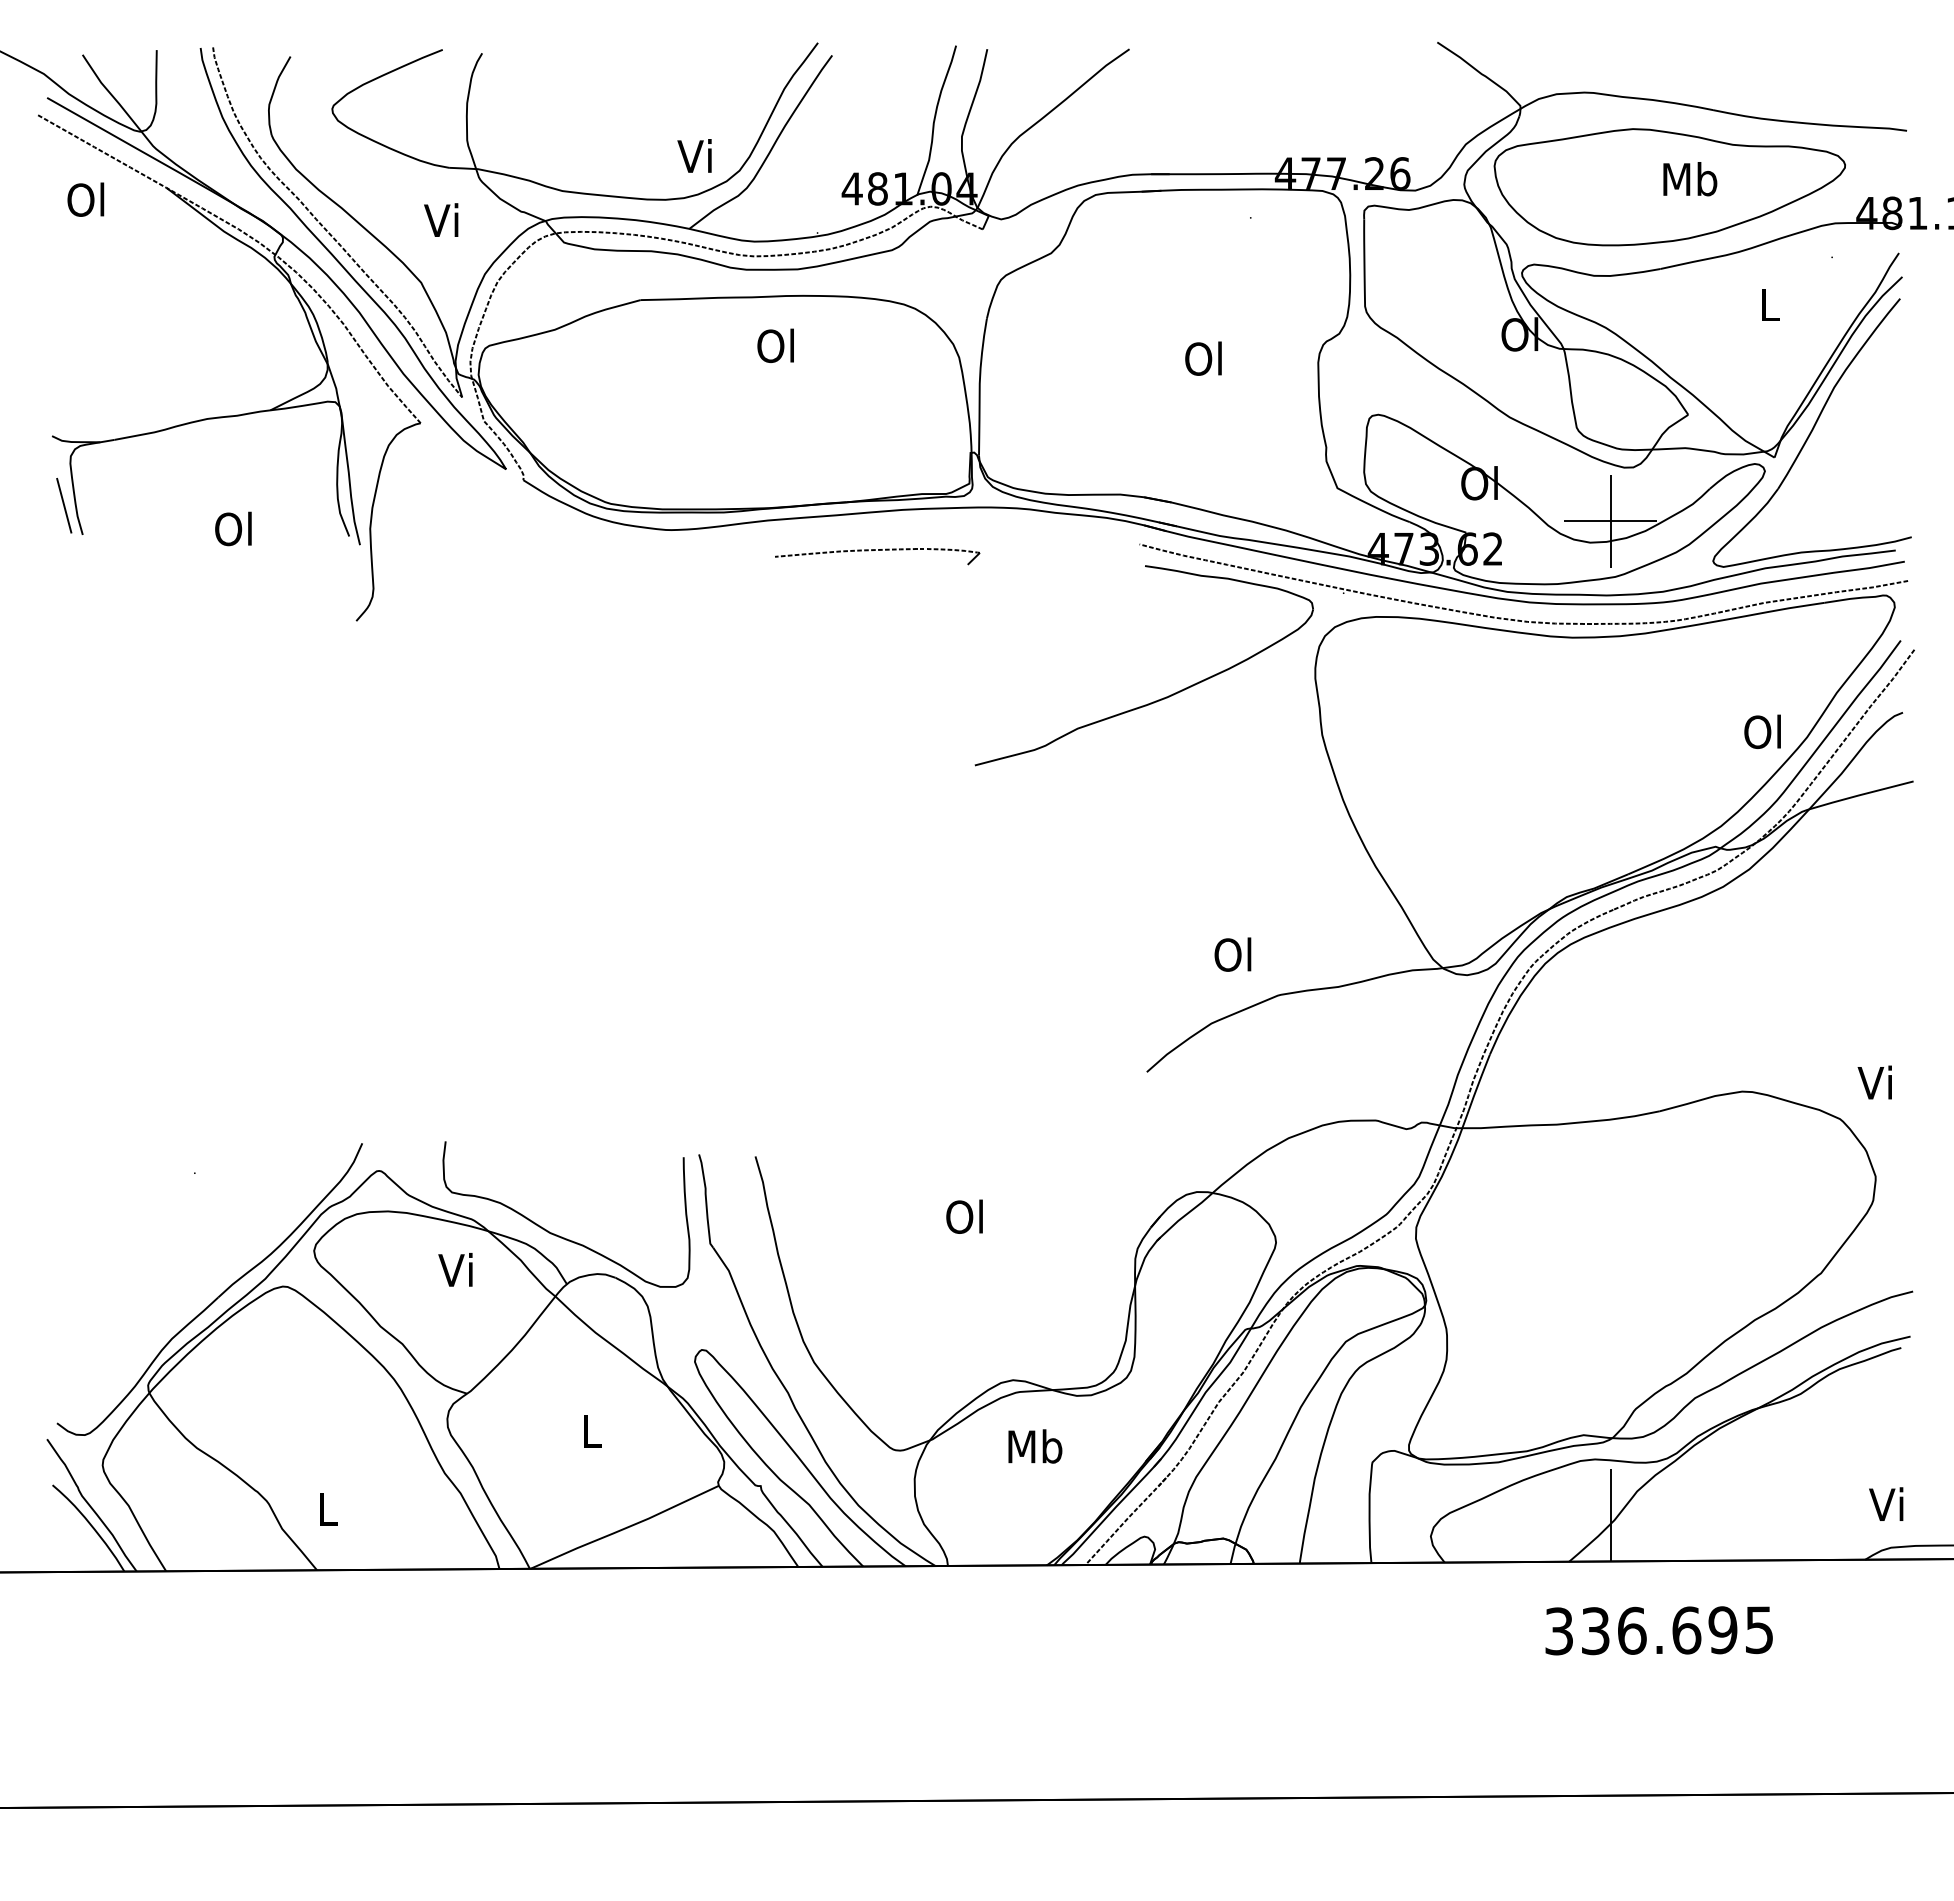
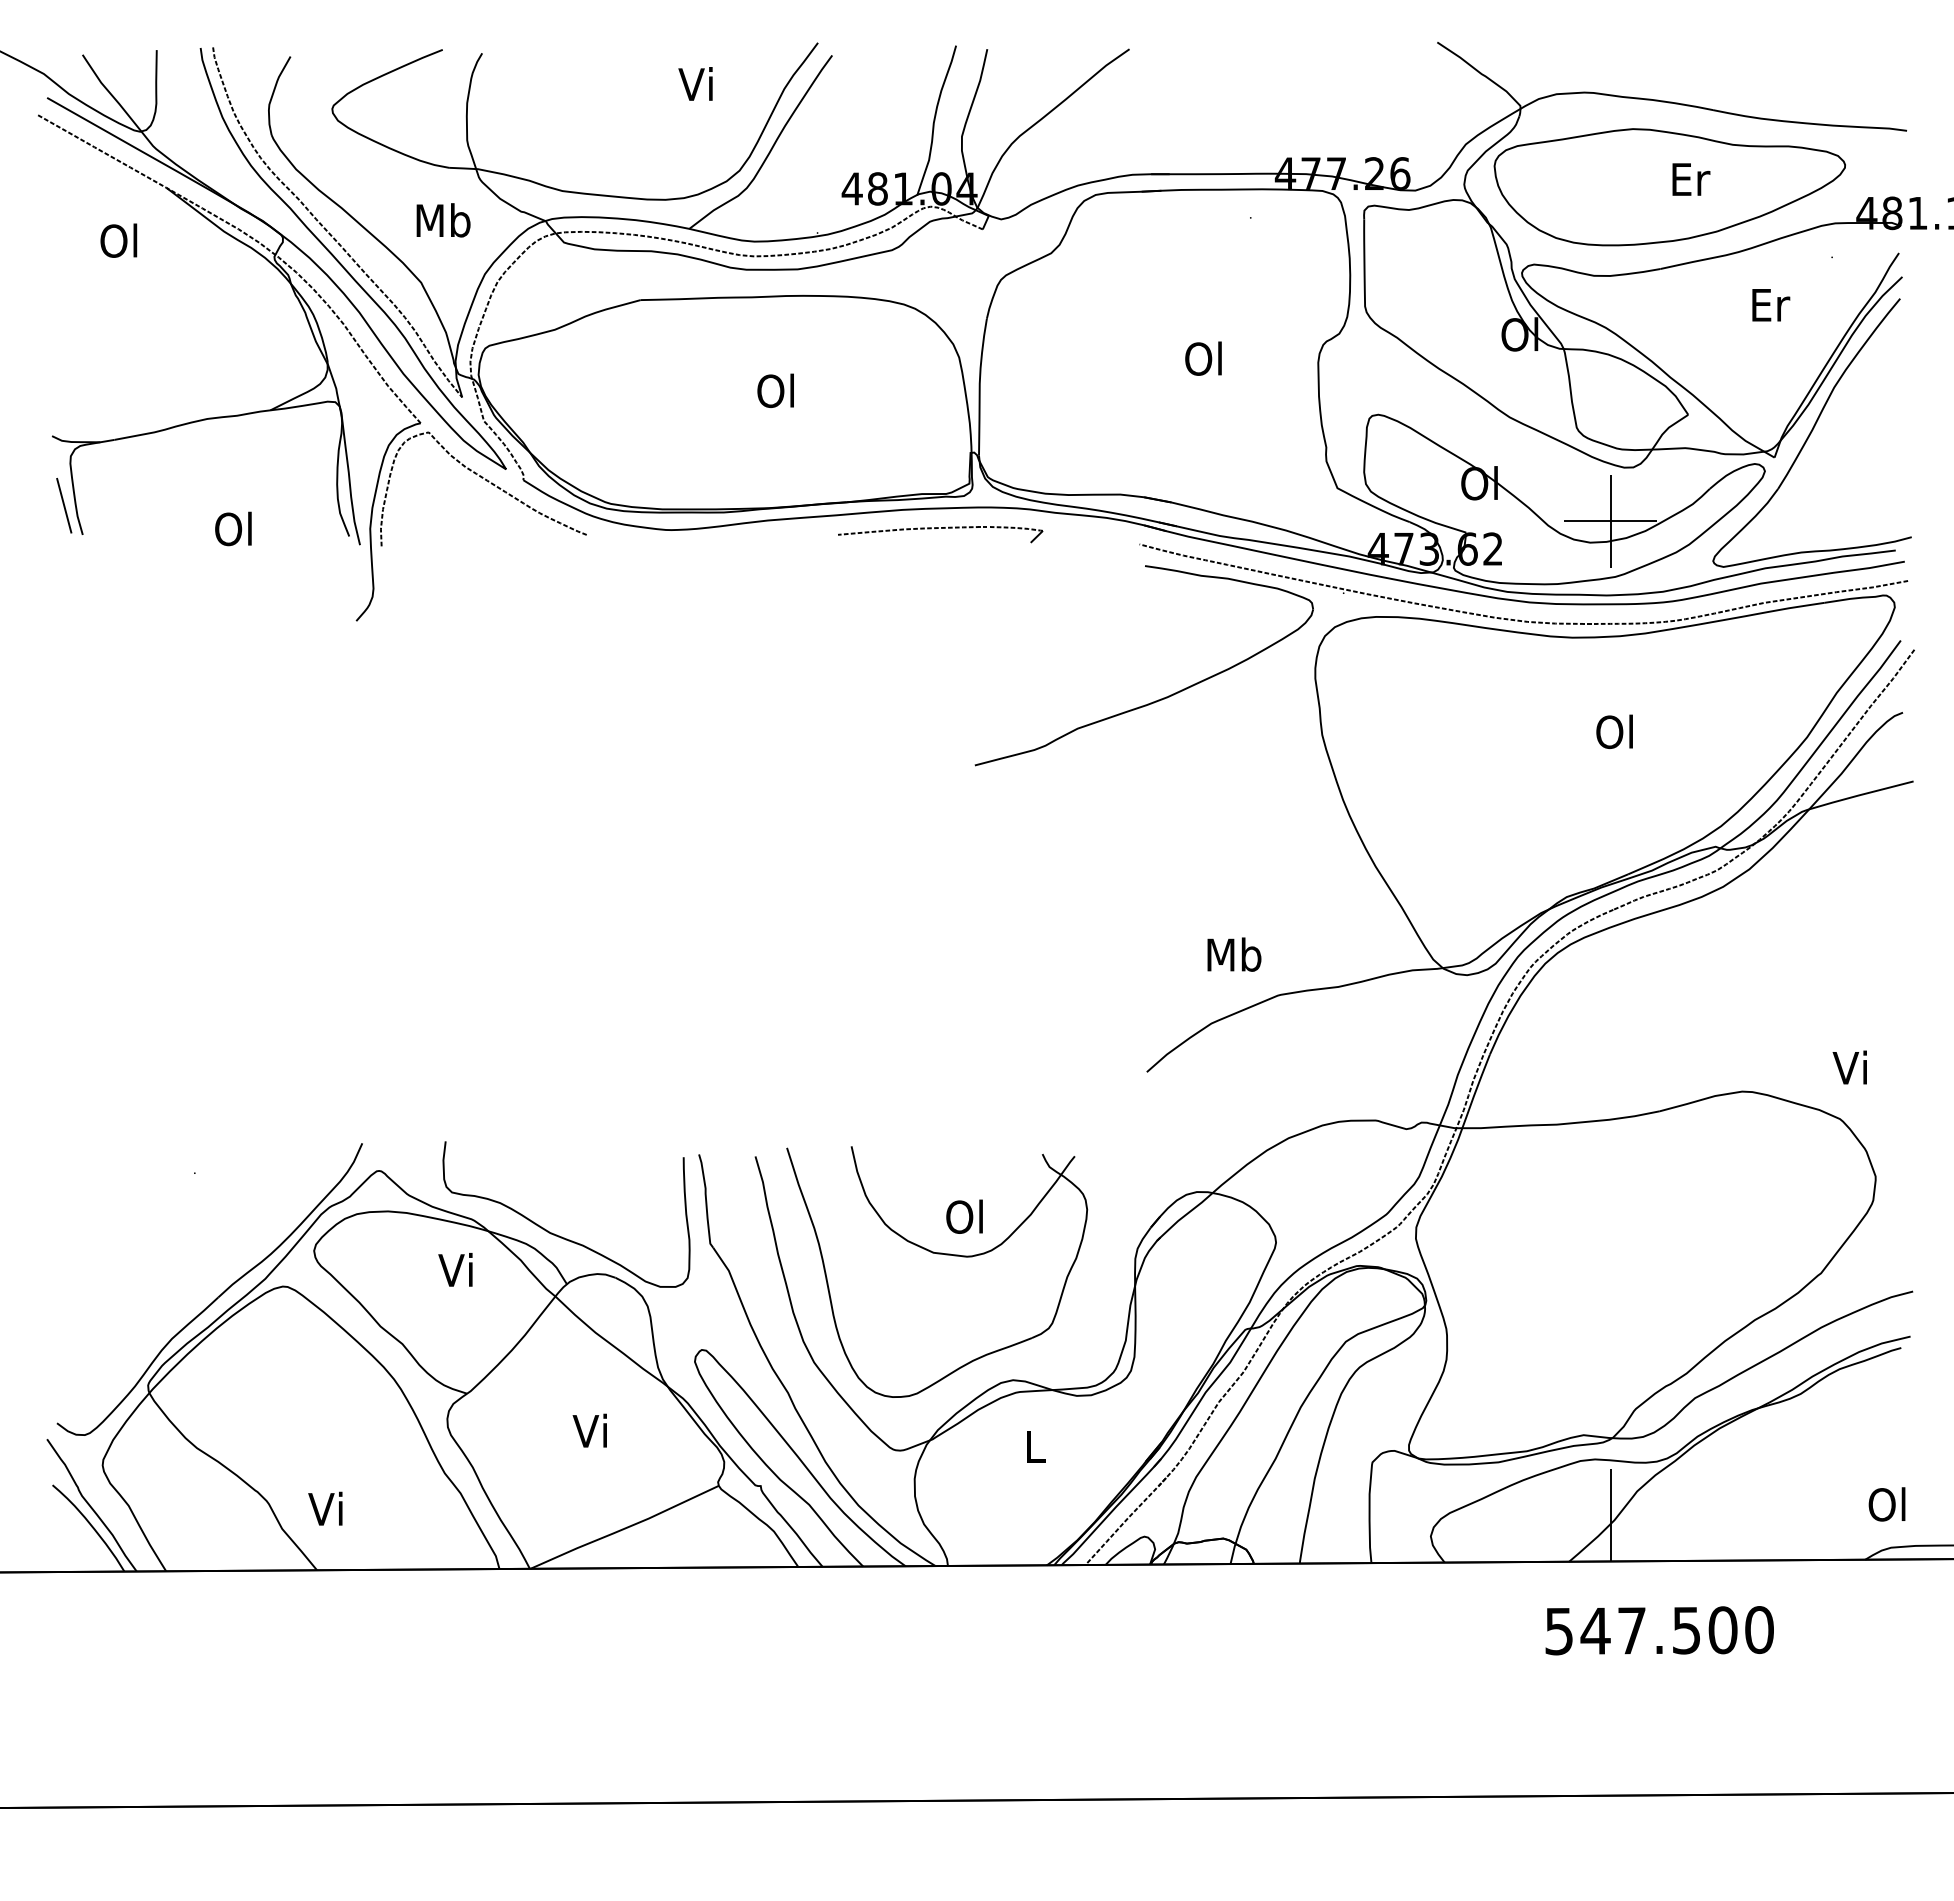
text at (694, 155) position: (694, 155) -> (695, 83)
text at (1690, 179): Mb -> Er
text at (85, 199) position: (85, 199) -> (118, 240)
text at (443, 220): Vi -> Mb
text at (1771, 305): L -> Er
text at (775, 345) position: (775, 345) -> (775, 390)
curve at (486, 481): none -> present
part at (878, 550) position: (878, 550) -> (941, 528)
text at (1762, 731) position: (1762, 731) -> (1614, 731)
text at (1234, 954): Ol -> Mb
text at (1874, 1082) position: (1874, 1082) -> (1849, 1067)
part at (937, 1254): none -> present
text at (589, 1430): L -> Vi
text at (1035, 1446): Mb -> L
text at (1886, 1504): Vi -> Ol
text at (325, 1508): L -> Vi
text at (1659, 1630): 336.695 -> 547.500
